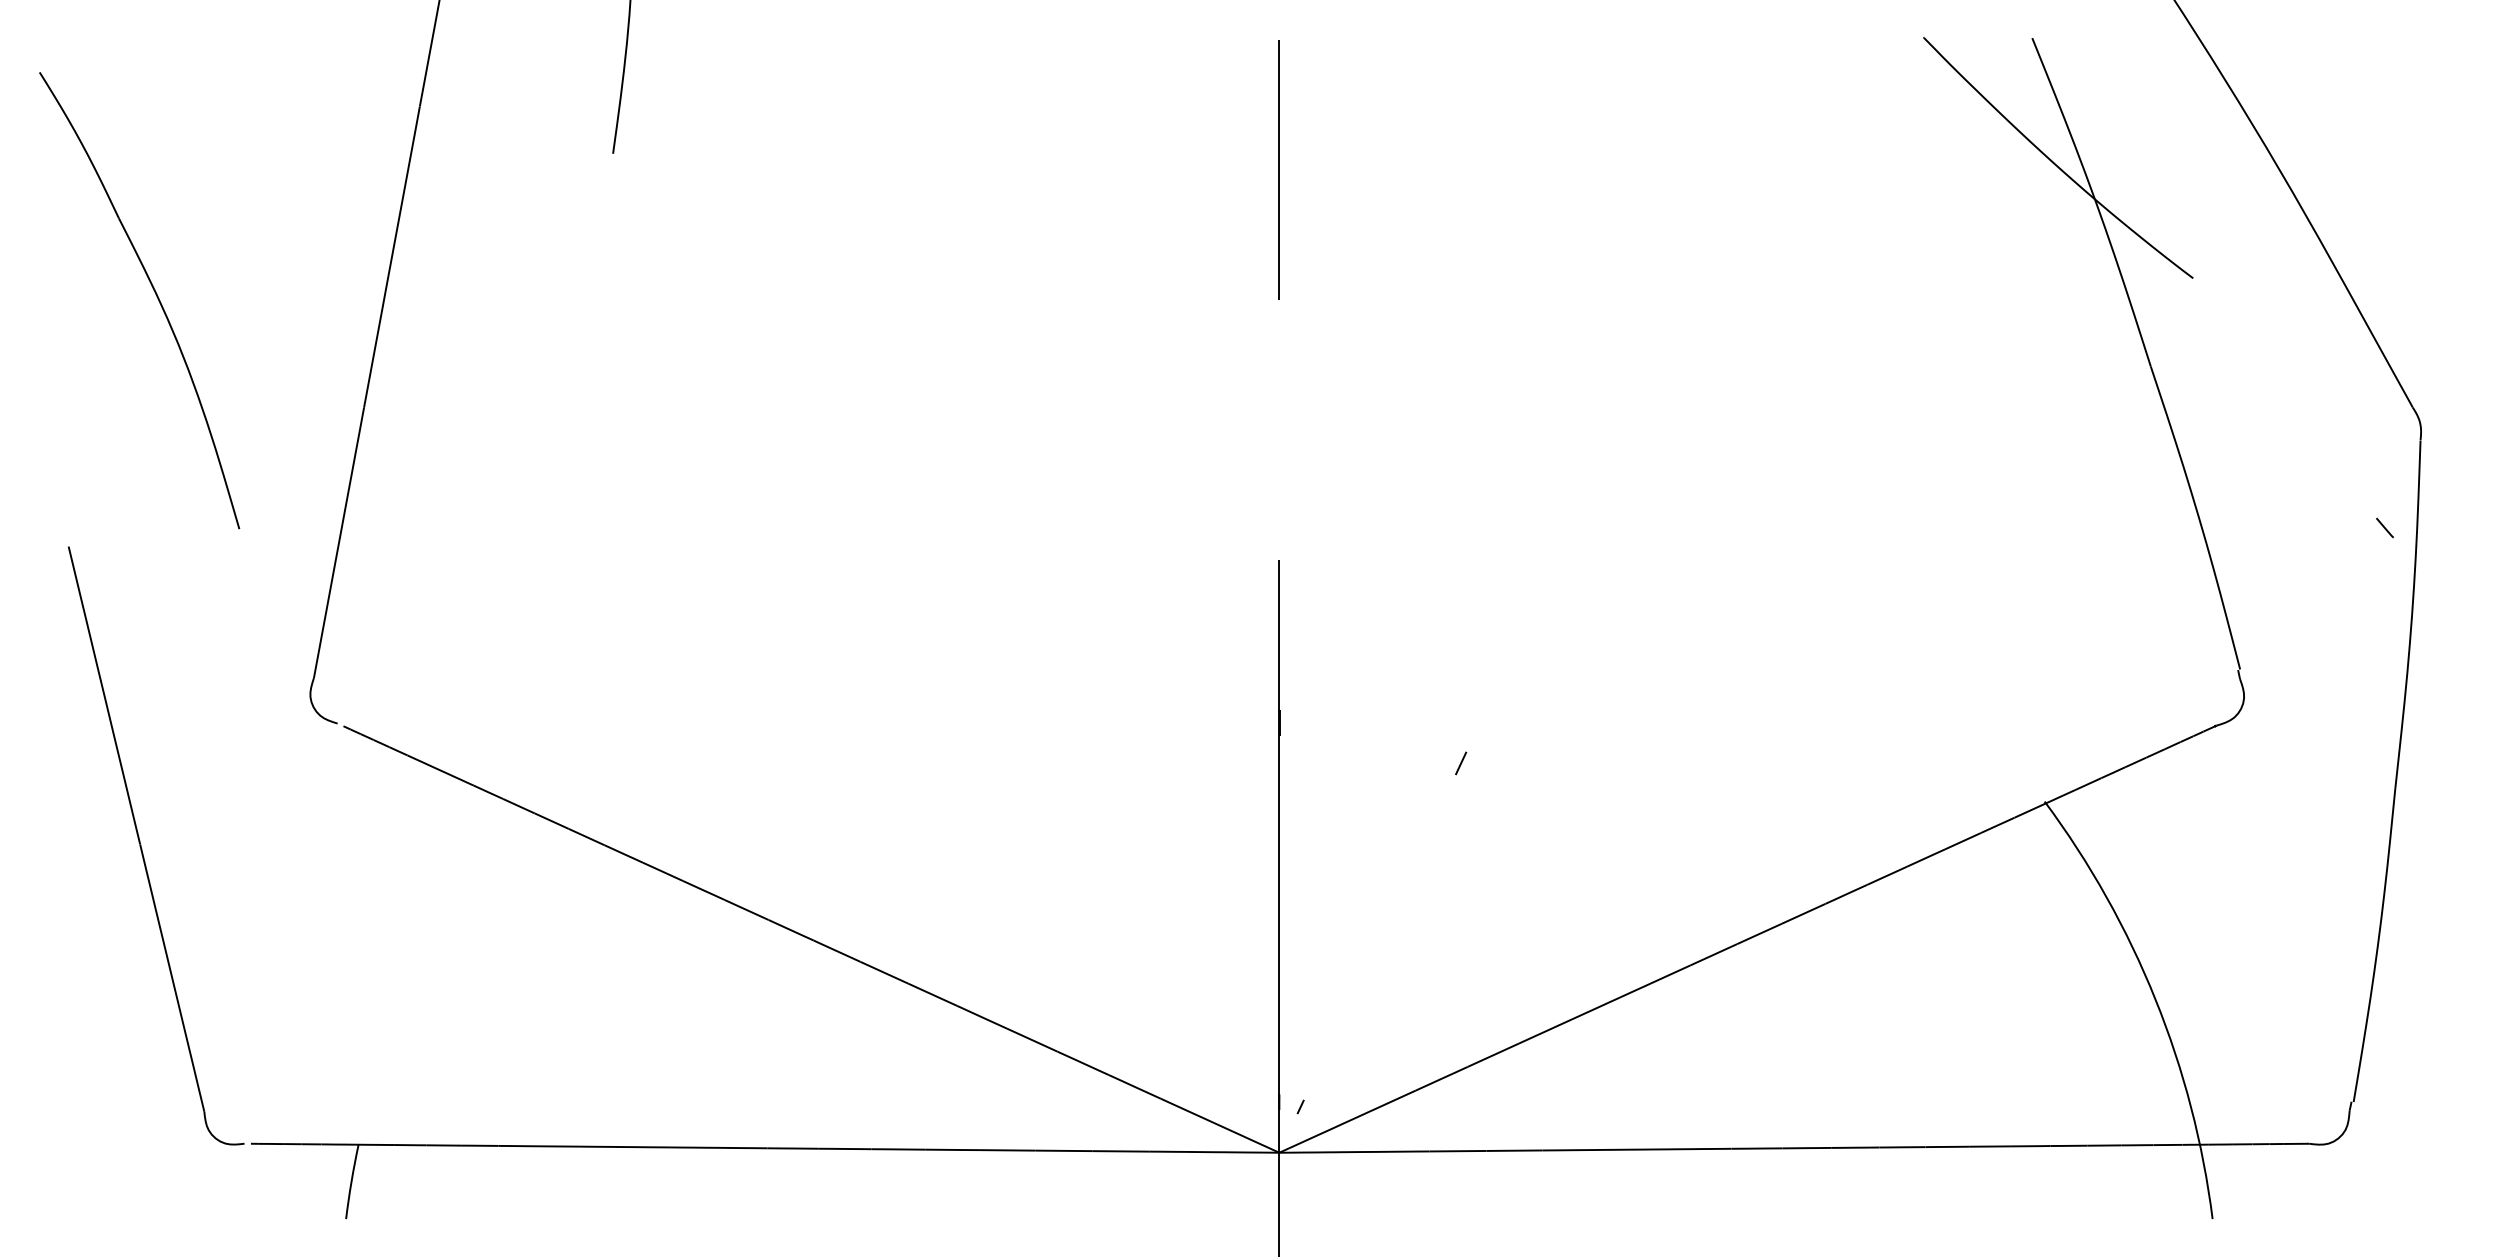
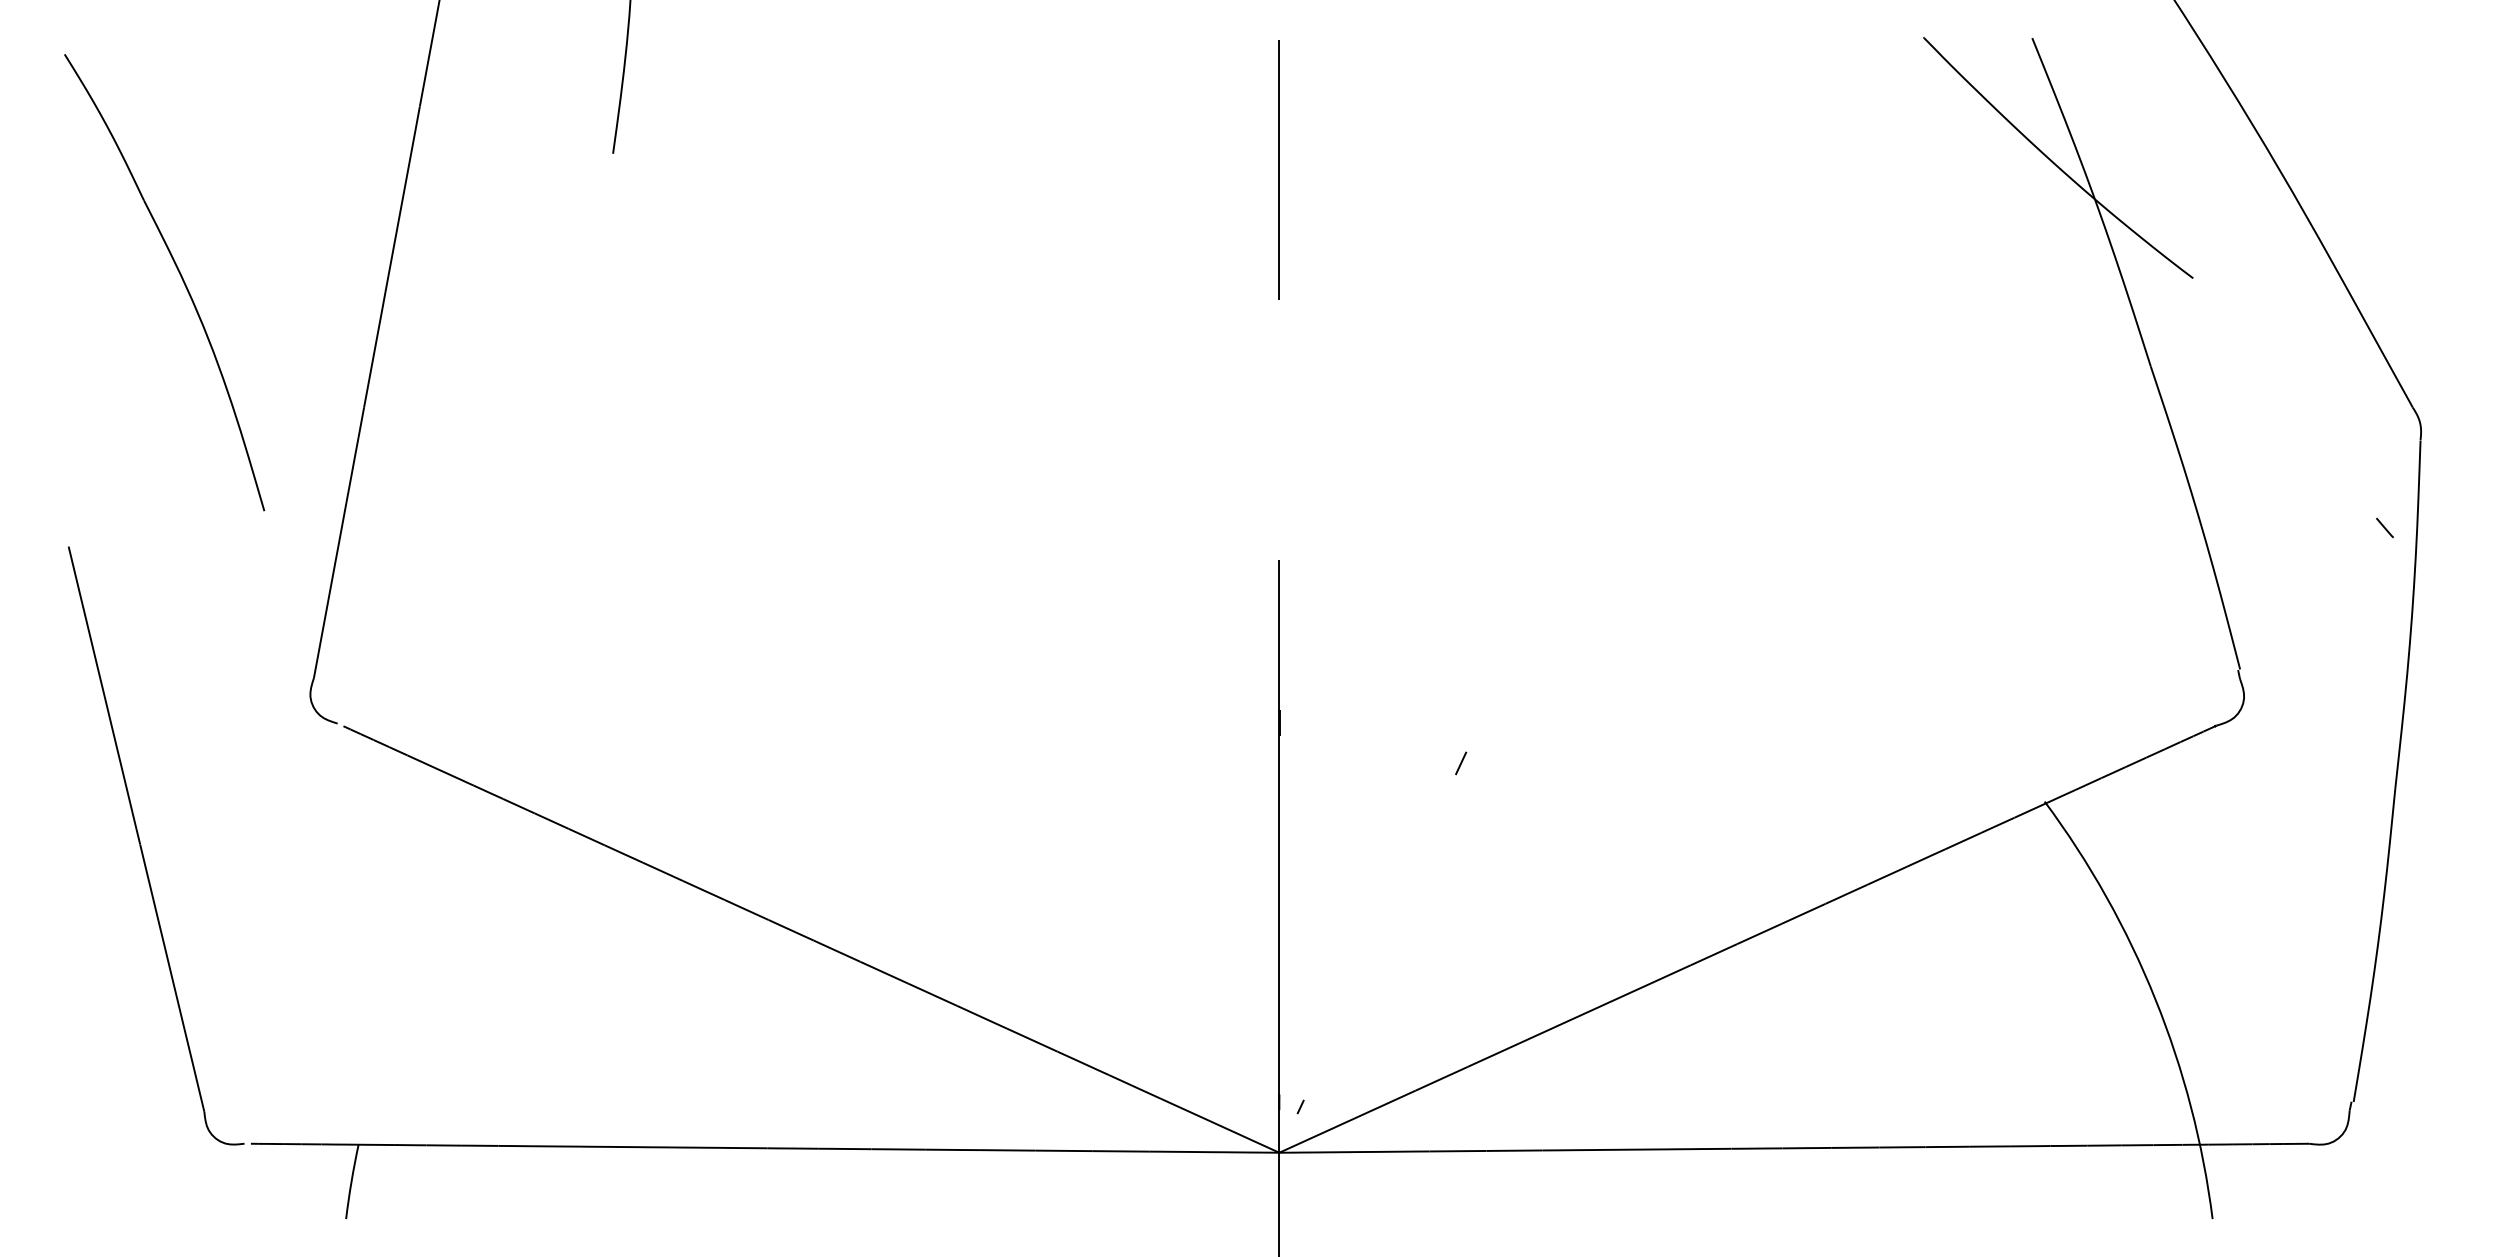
part at (154, 292) position: (154, 292) -> (179, 274)
